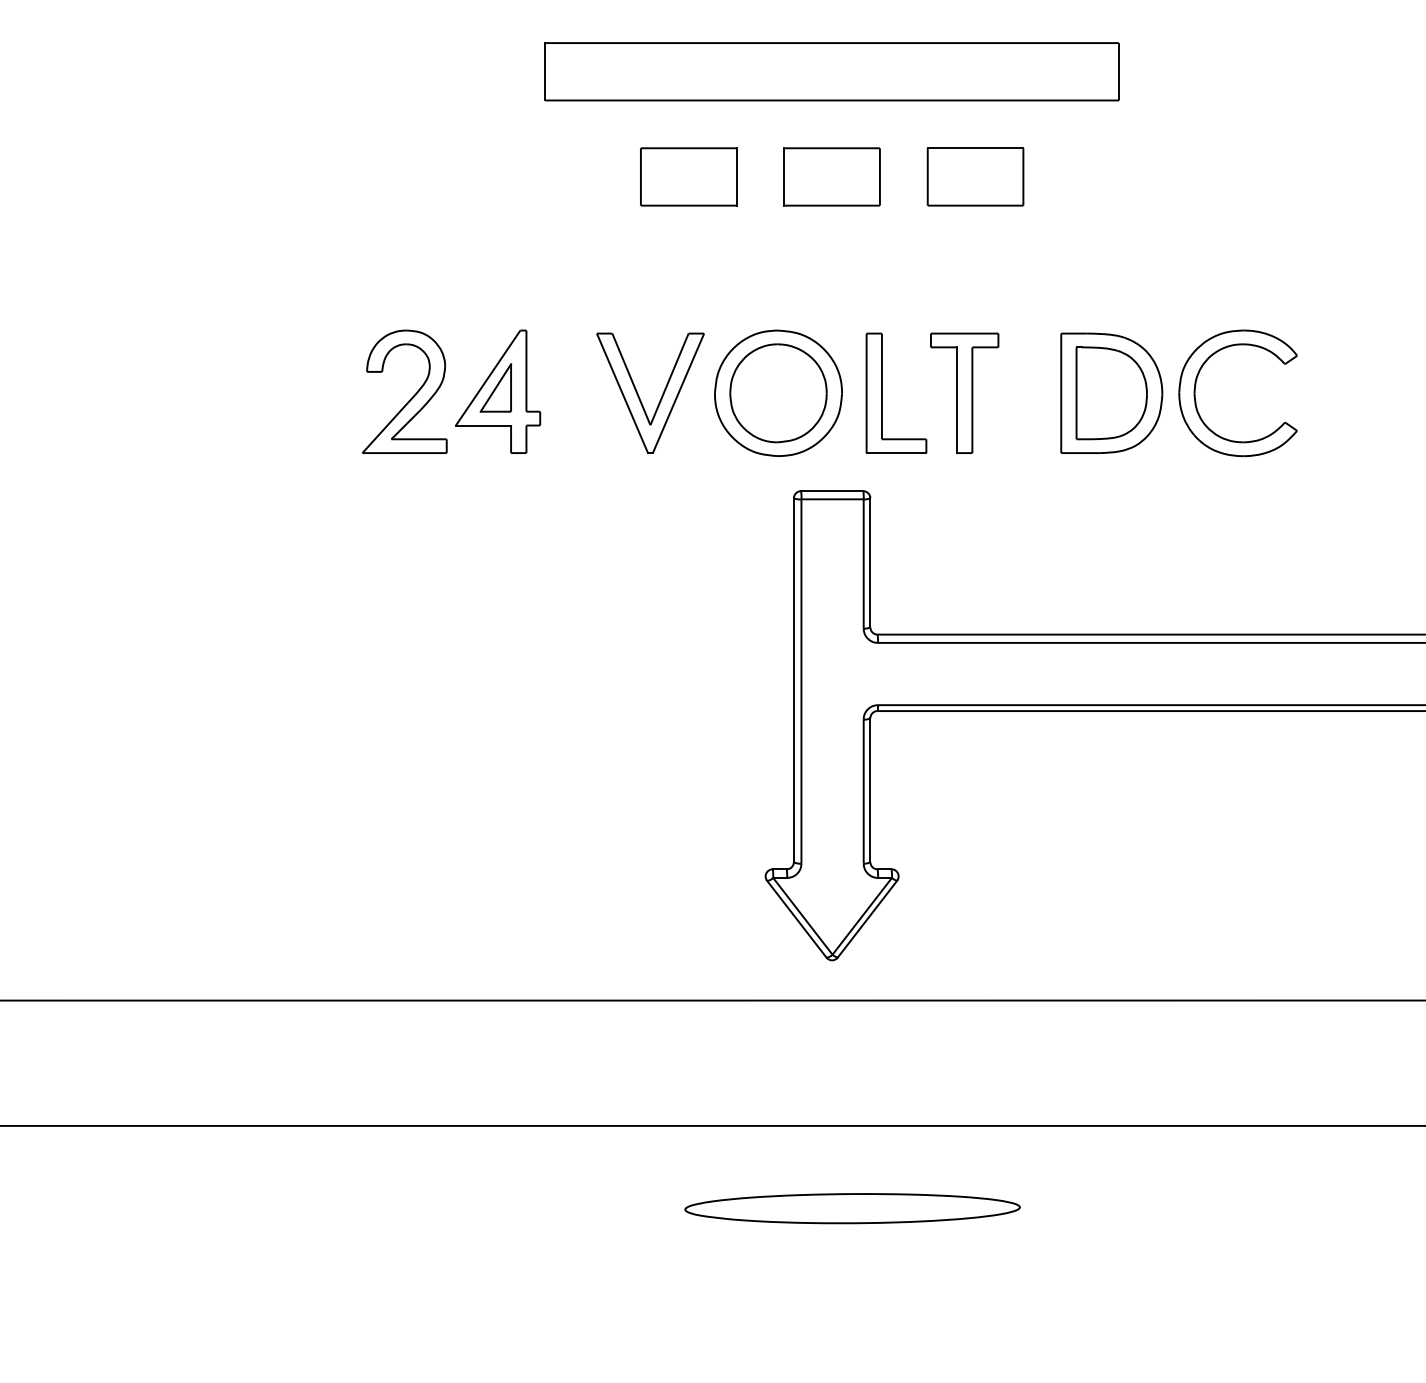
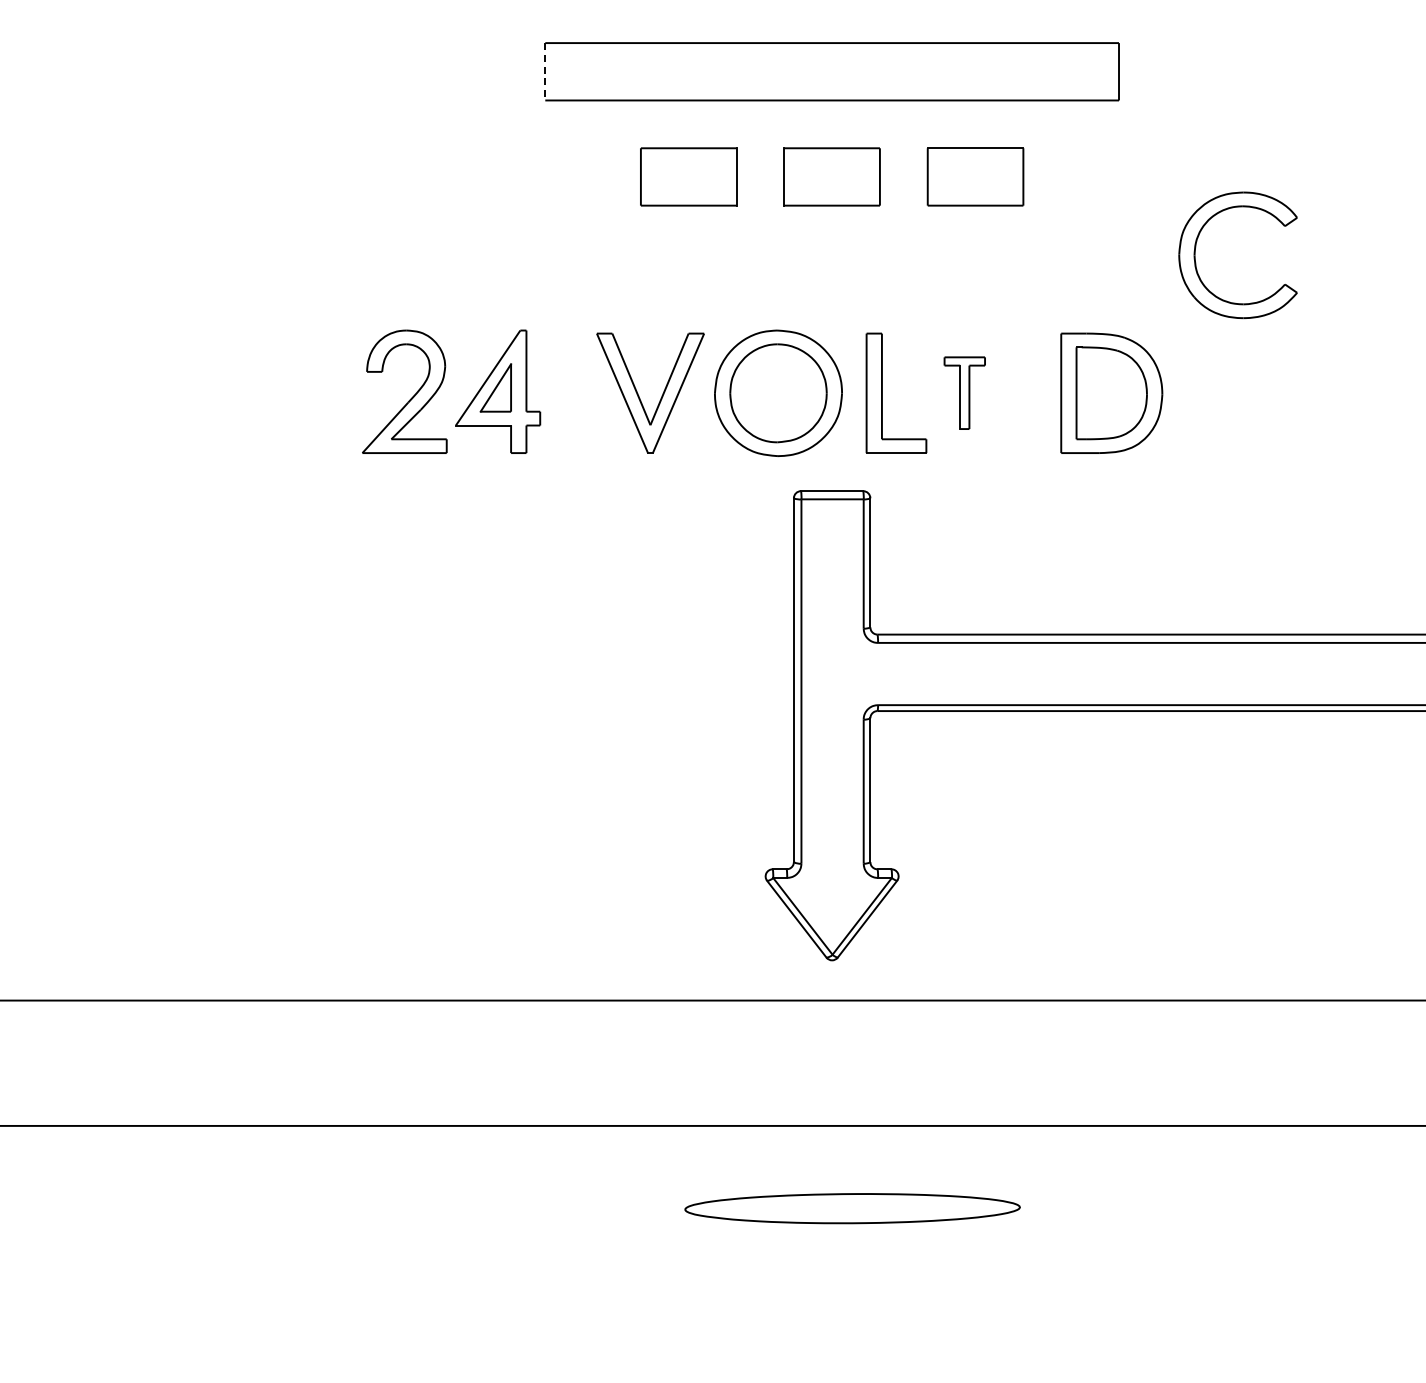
line at (545, 71): solid -> dashed
part at (964, 392) size: 70x122 px -> 43x74 px
part at (1196, 400) position: (1196, 400) -> (1196, 262)
